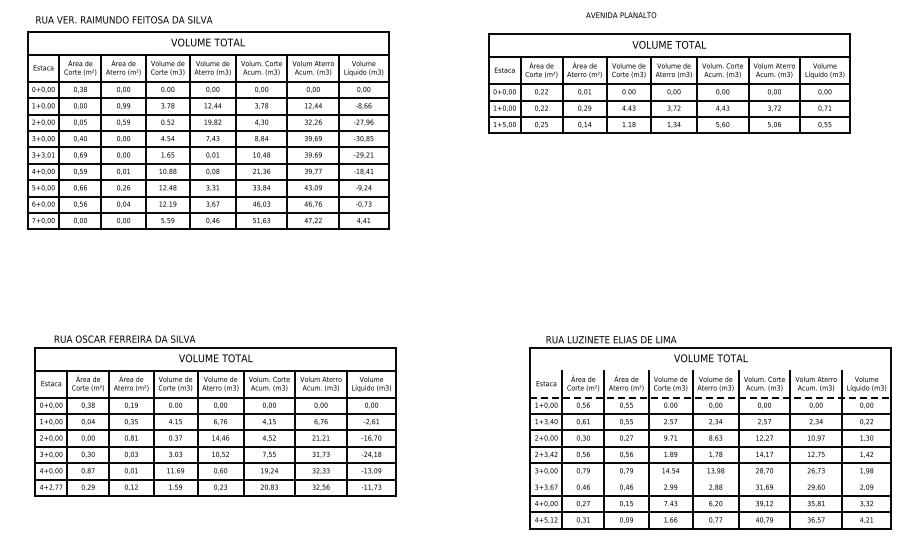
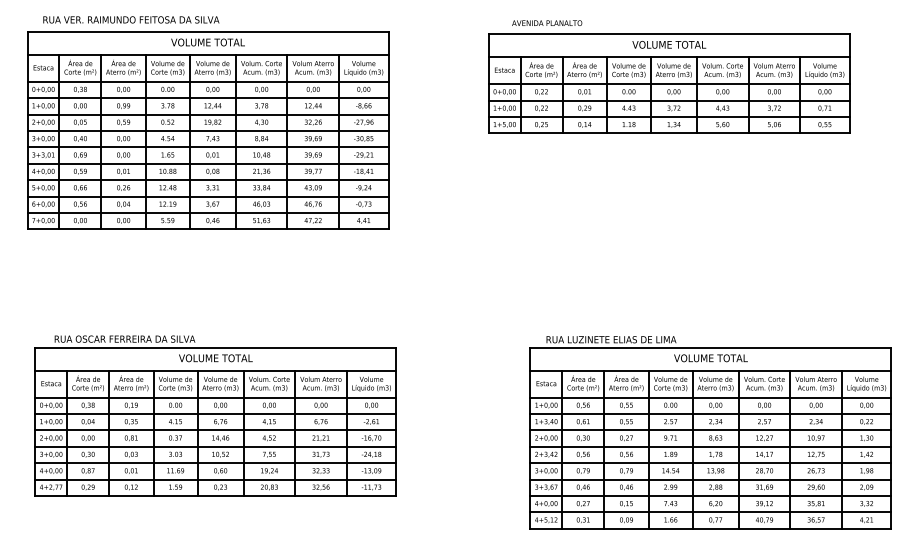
text at (621, 14) position: (621, 14) -> (547, 22)
text at (124, 19) position: (124, 19) -> (131, 19)
line at (710, 370): none -> present
line at (711, 397): dashed -> solid
line at (710, 479): none -> present
